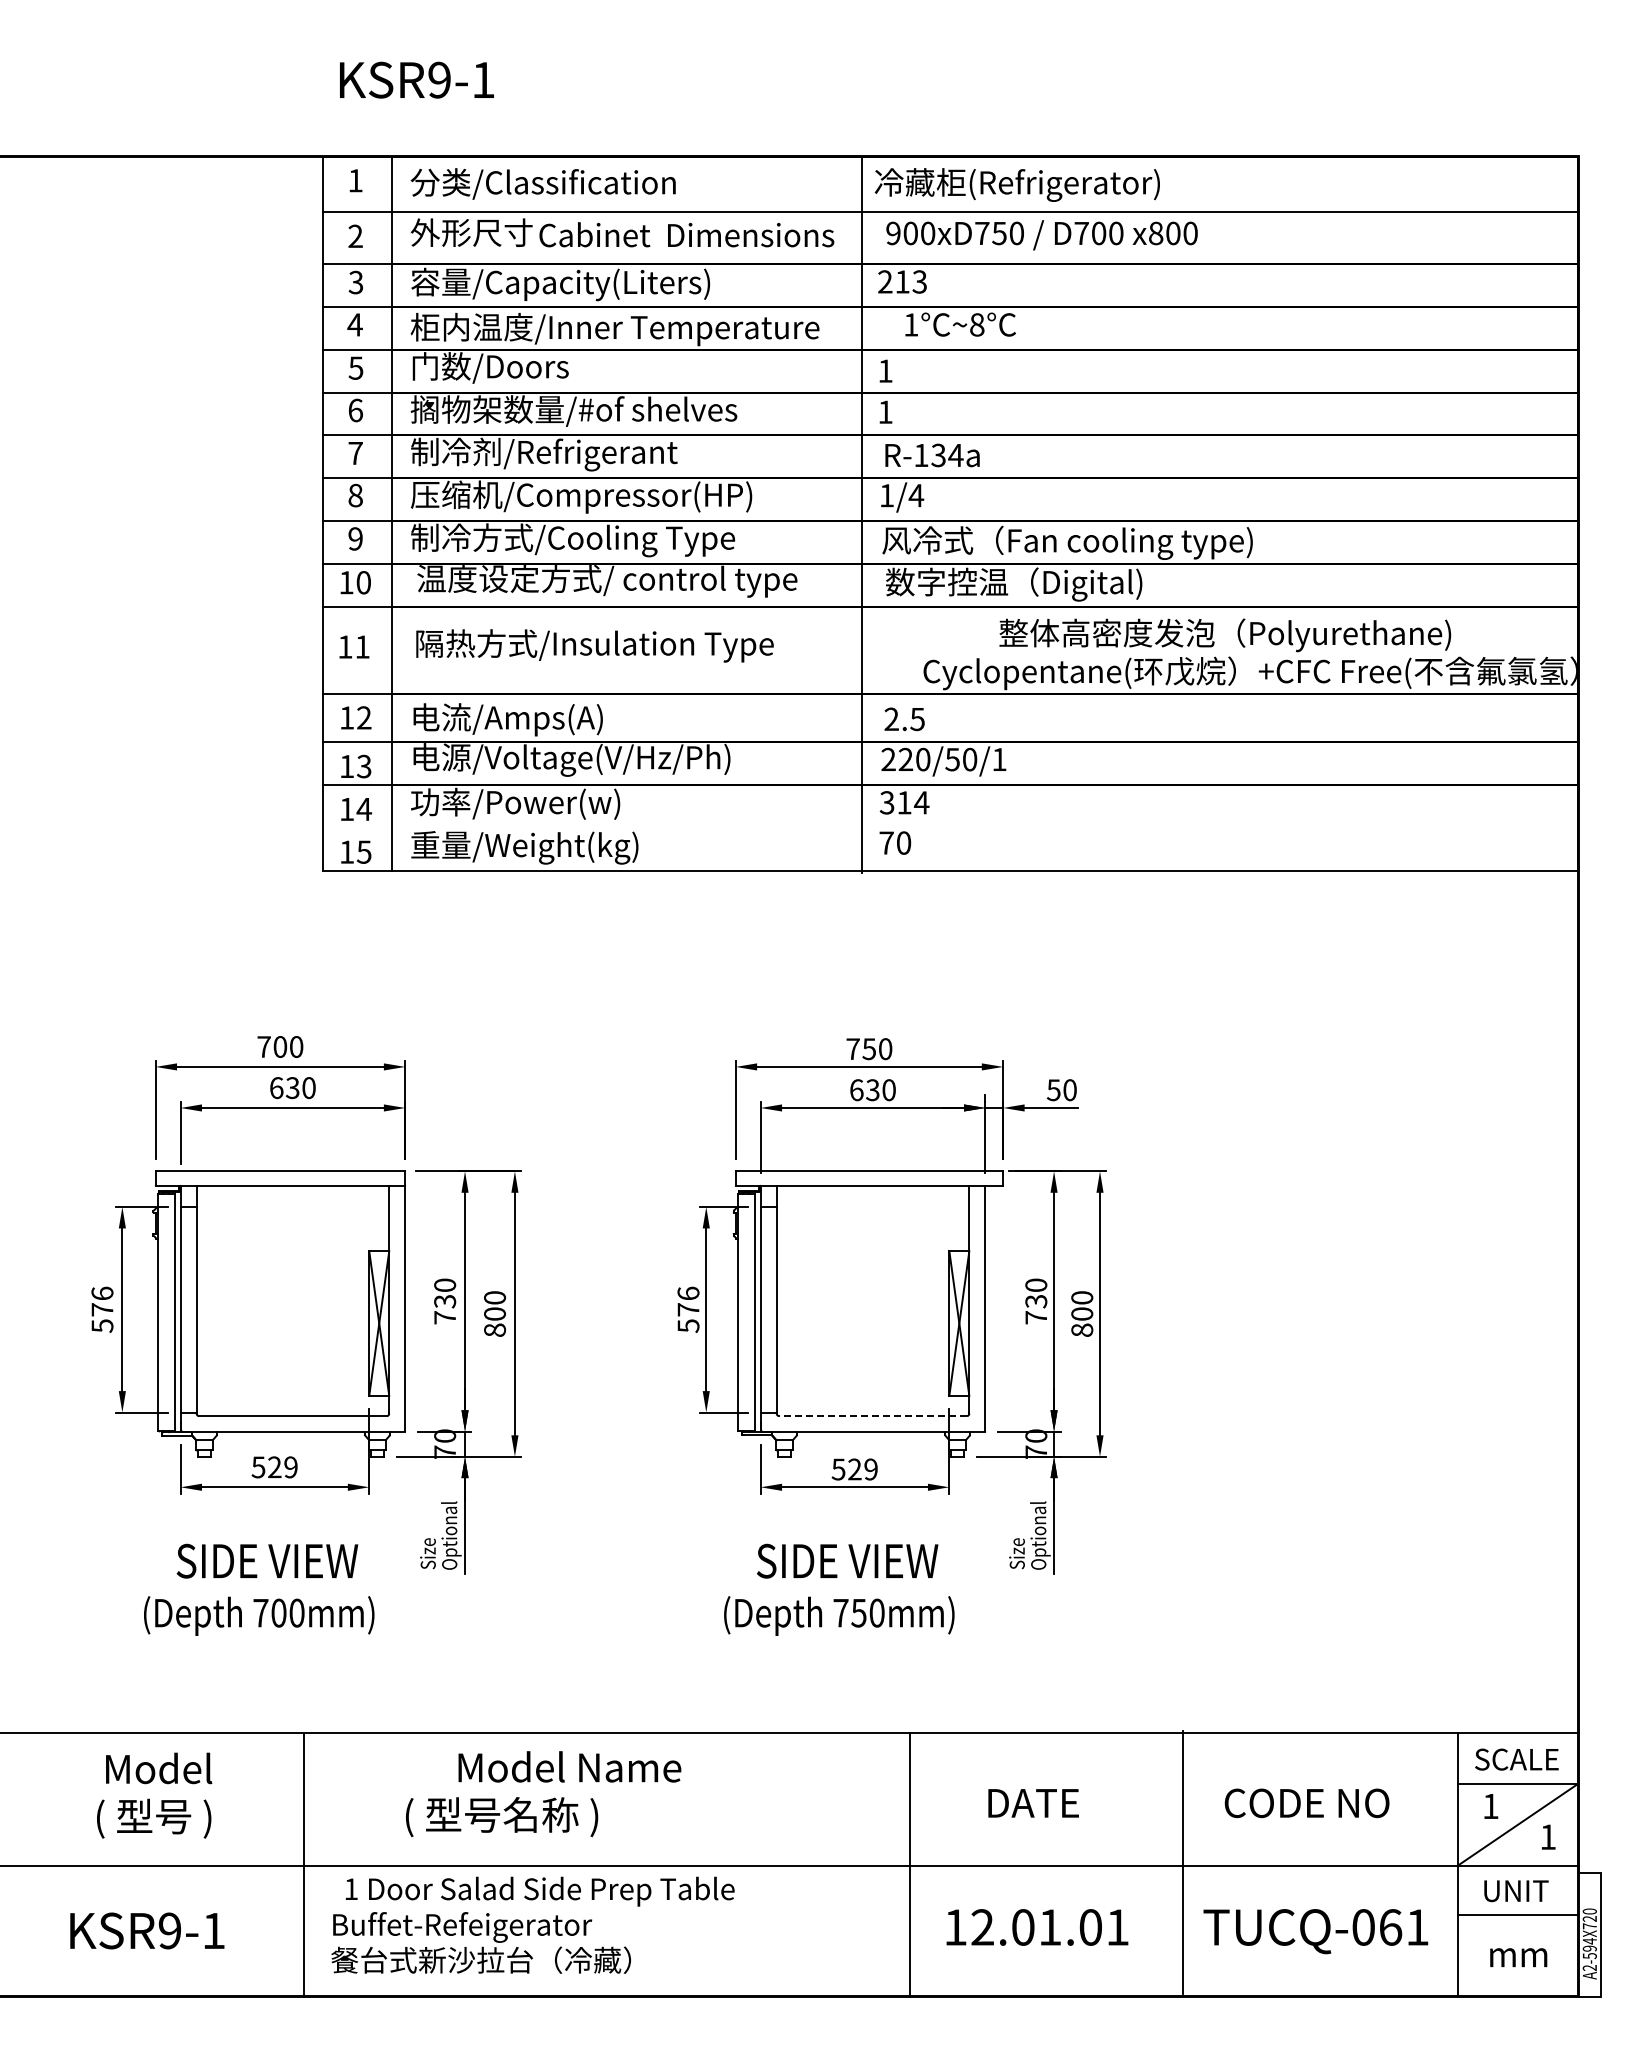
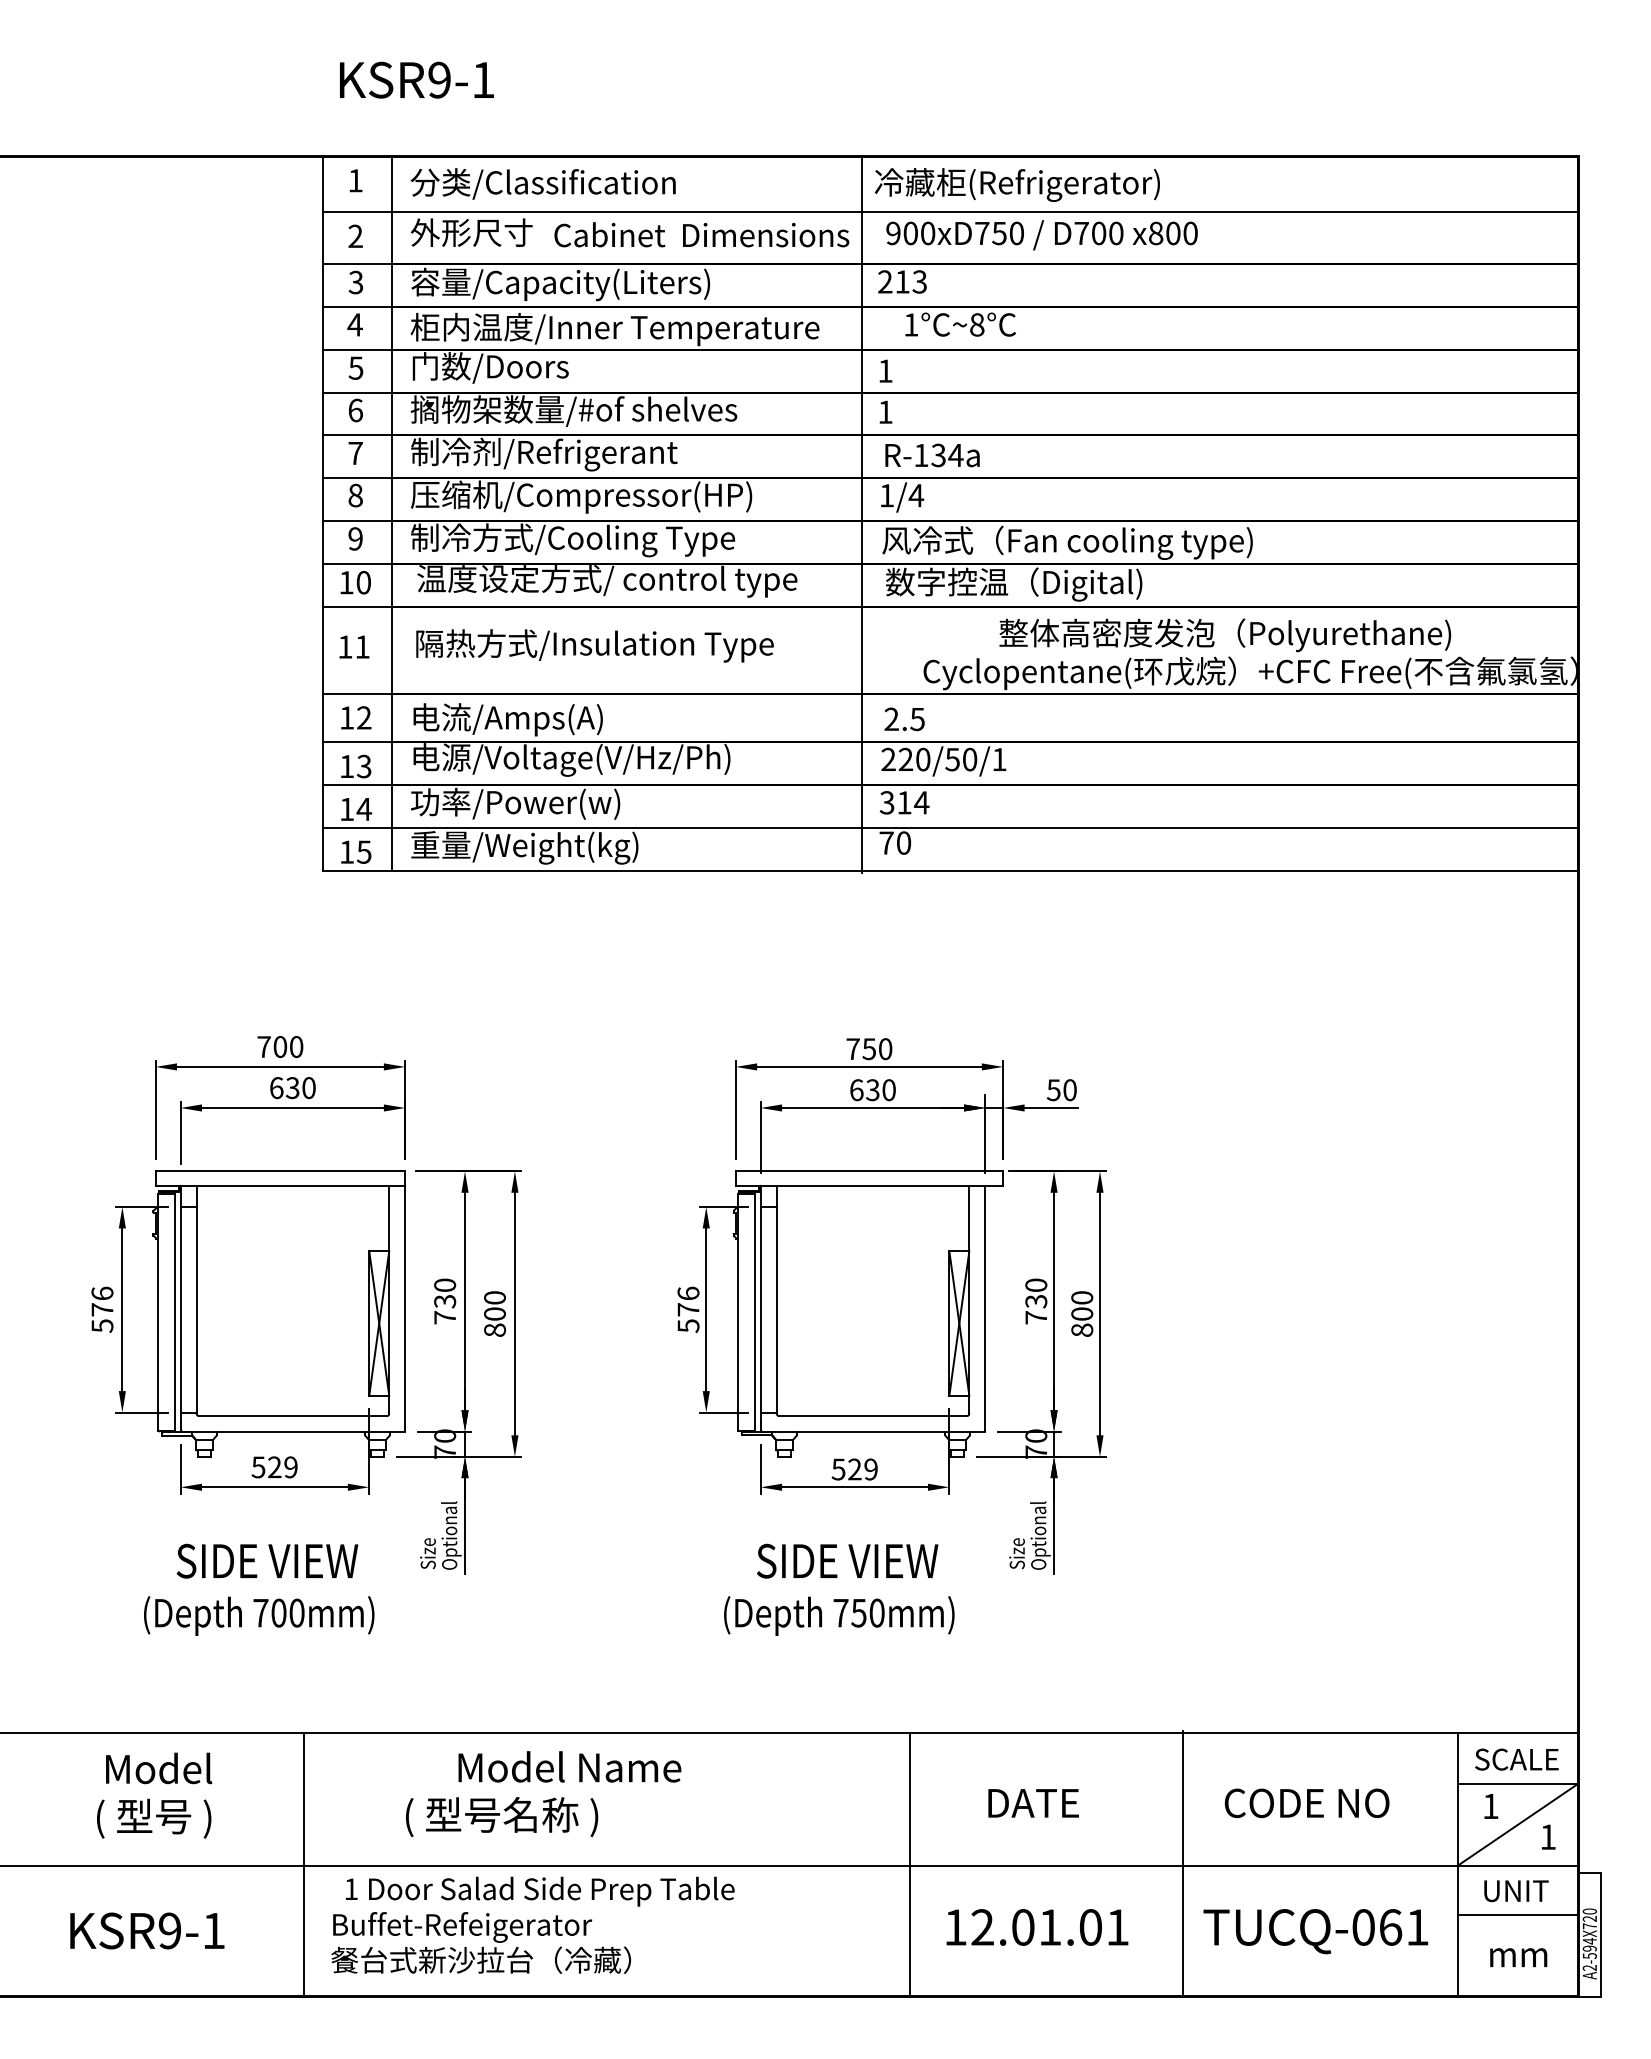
text at (686, 234) position: (686, 234) -> (701, 234)
line at (950, 828): none -> present
line at (873, 1416): dashed -> solid
